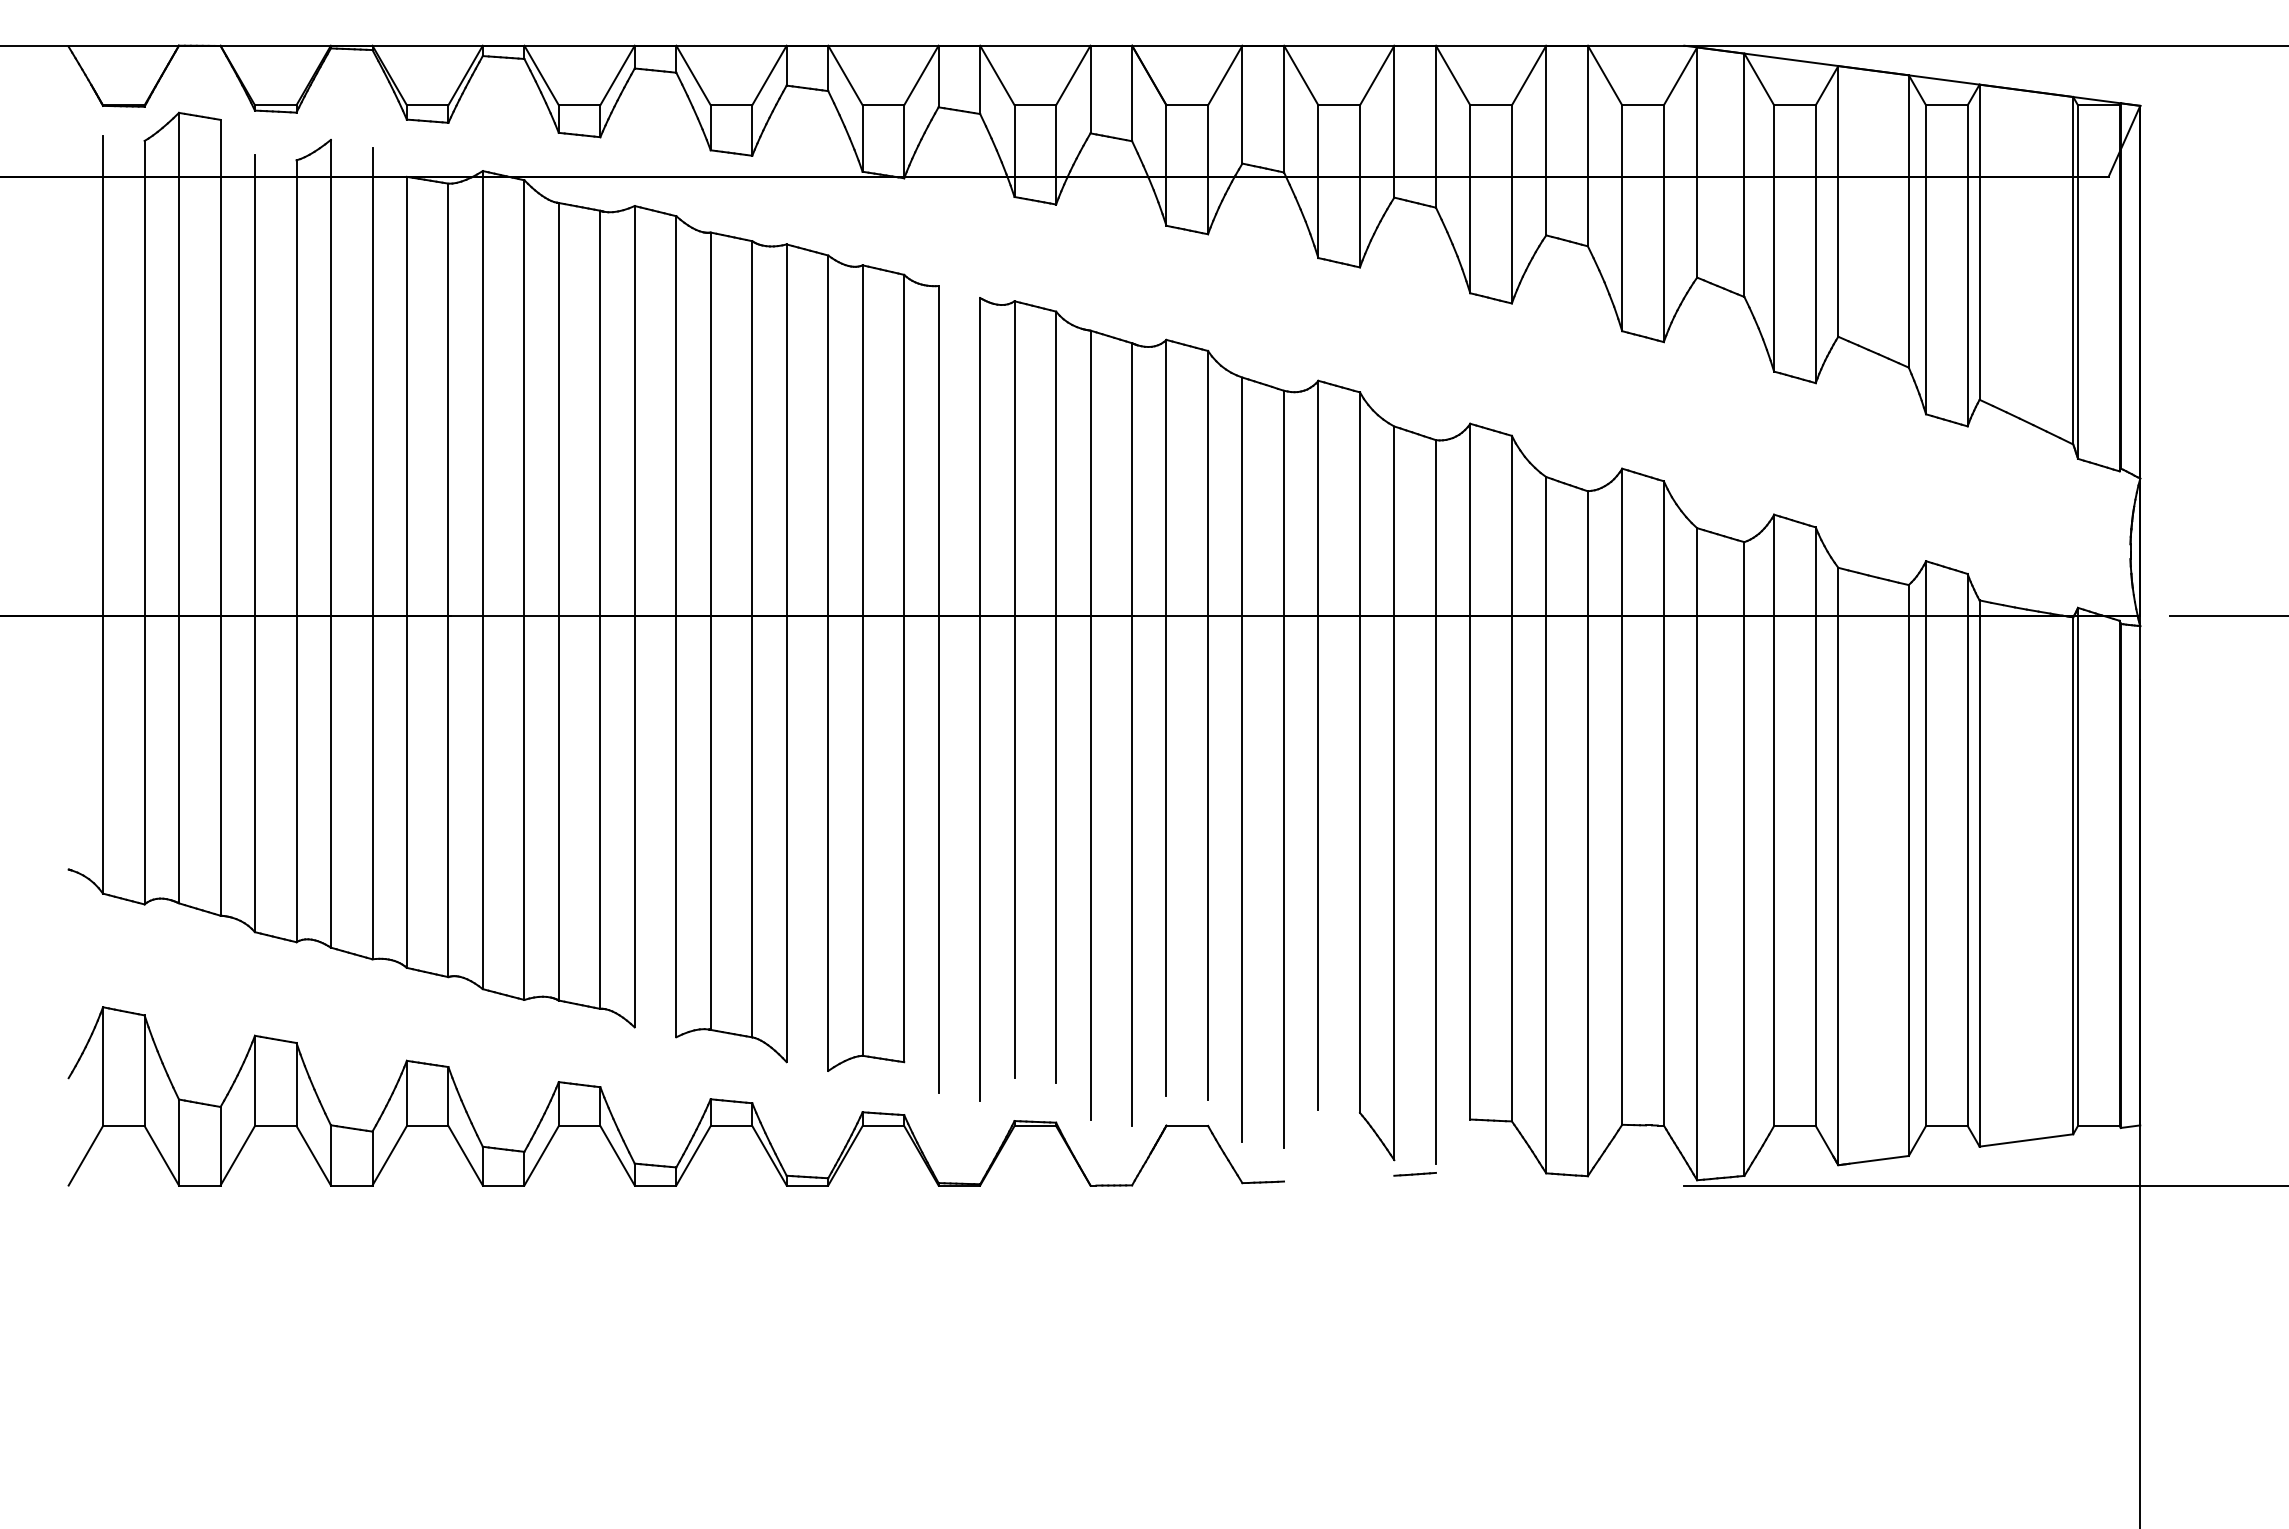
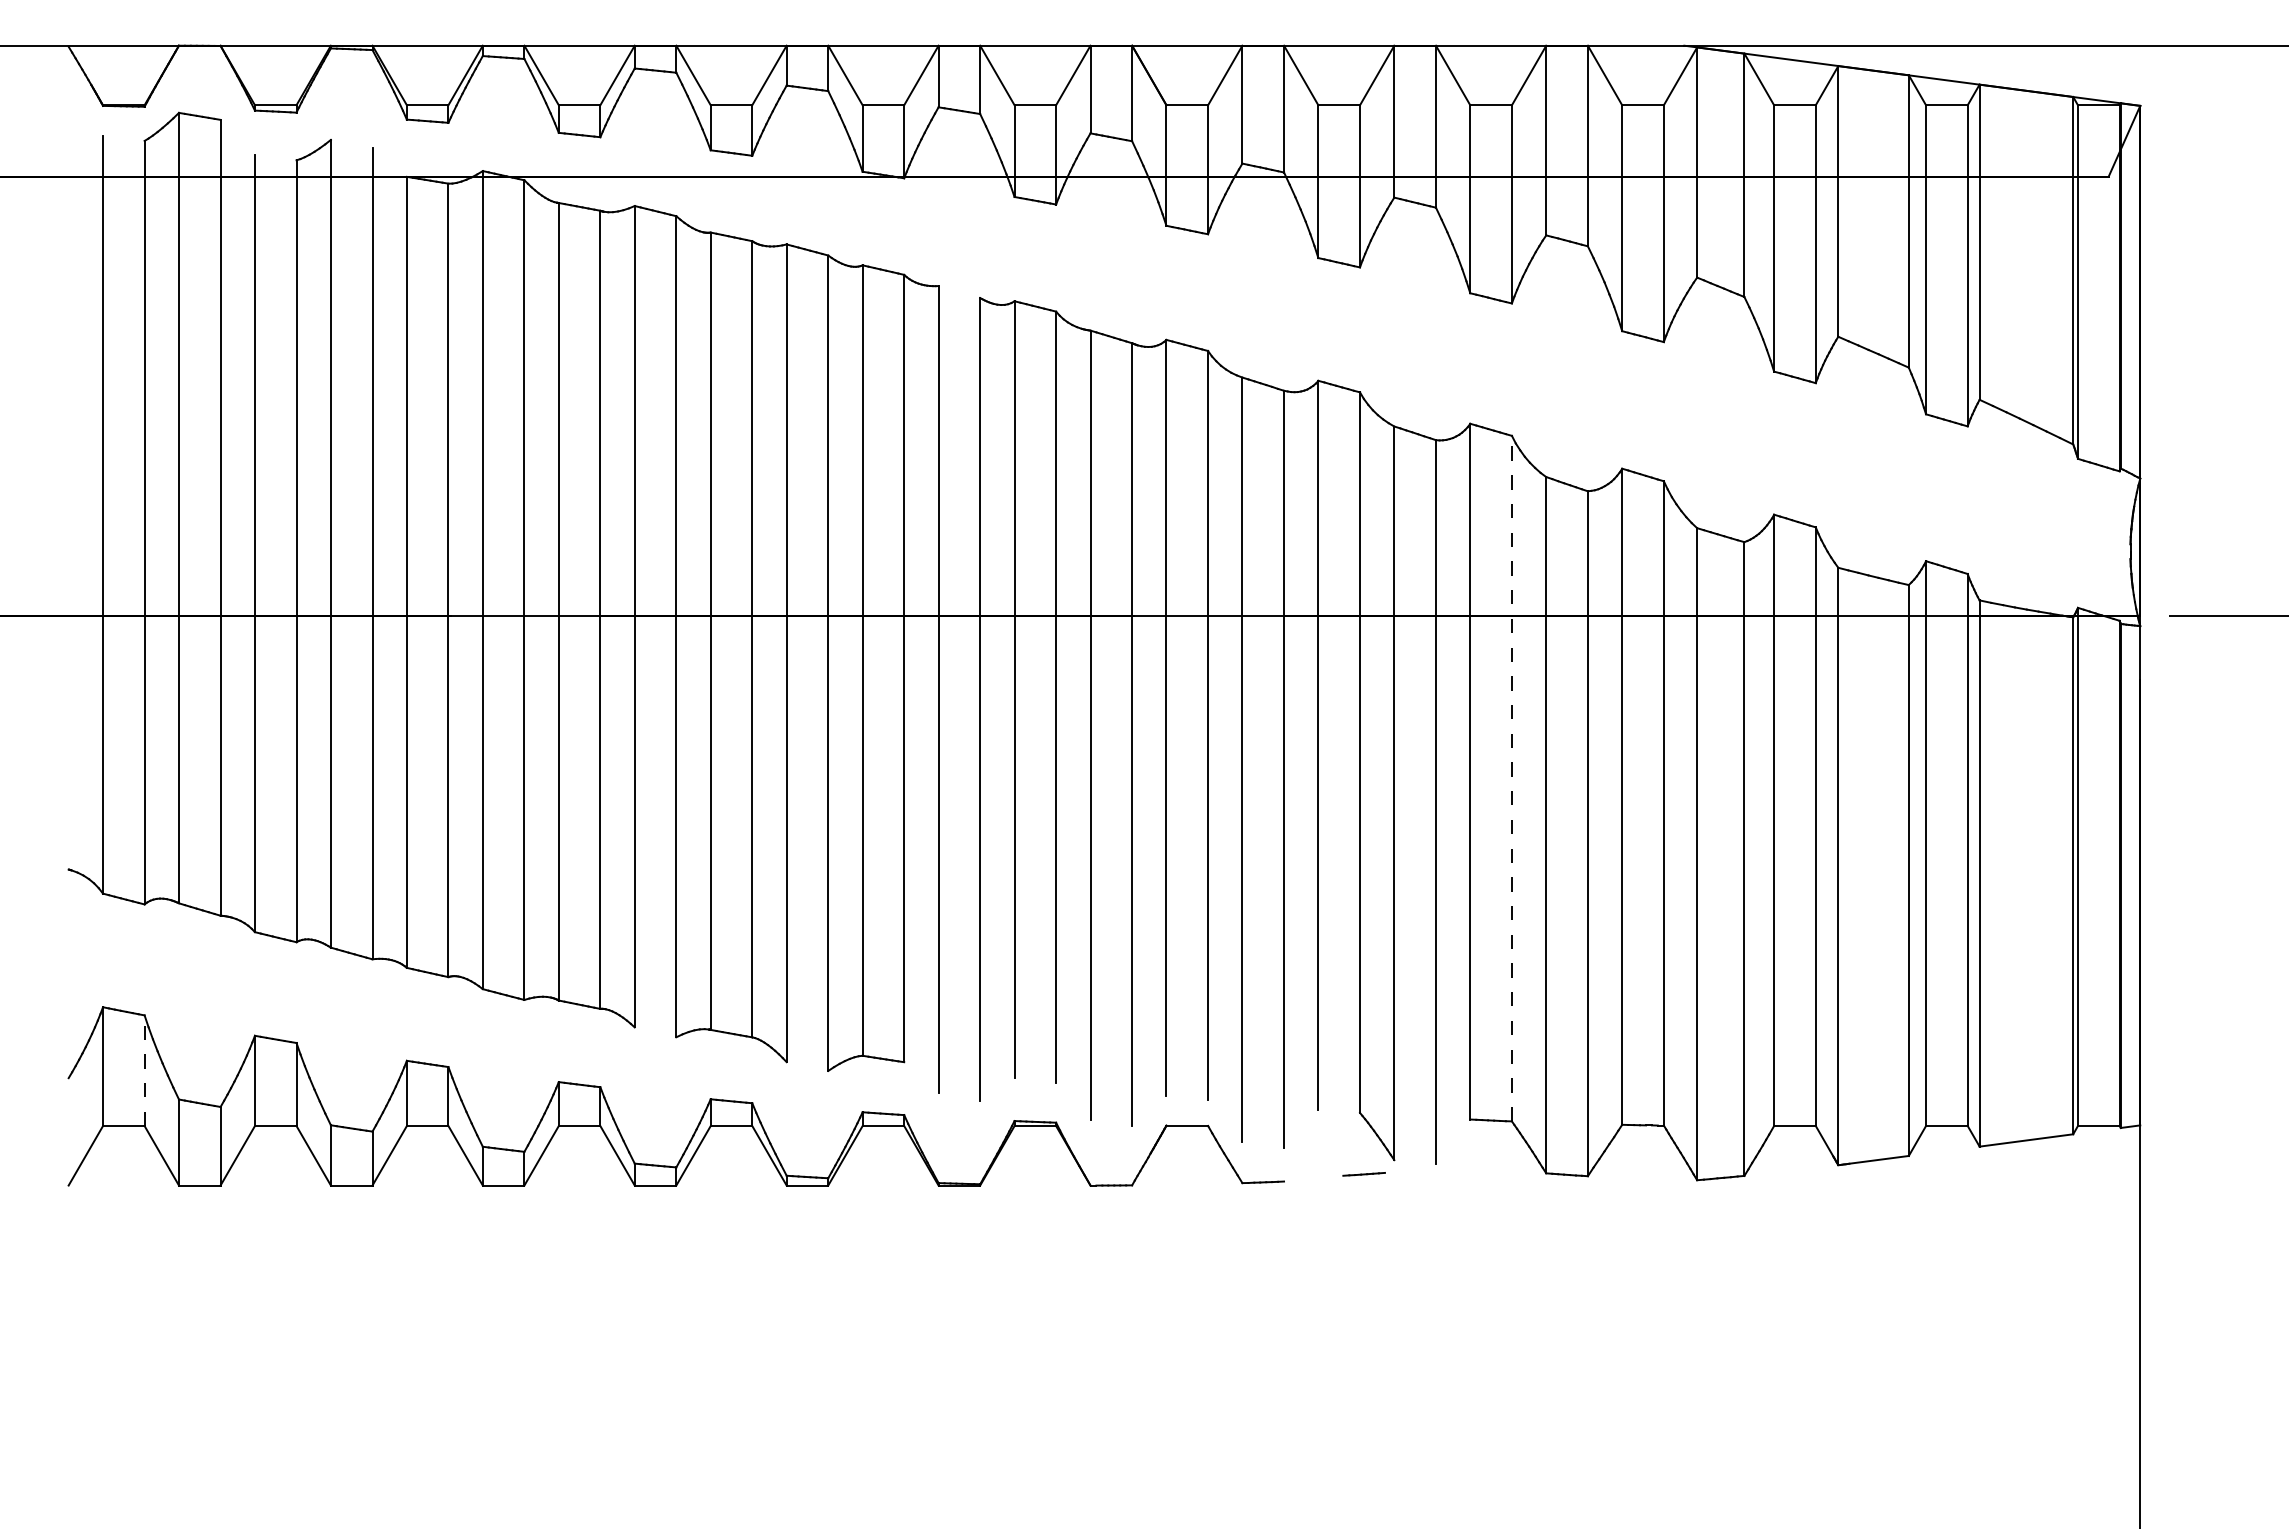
line at (1511, 778): solid -> dashed
line at (144, 1070): solid -> dashed
line at (1414, 1174) position: (1414, 1174) -> (1363, 1174)
line at (1984, 1185): present -> none
